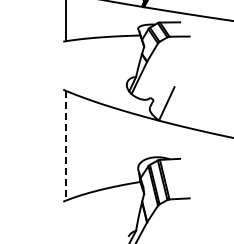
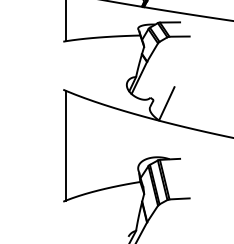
line at (66, 145): dashed -> solid
